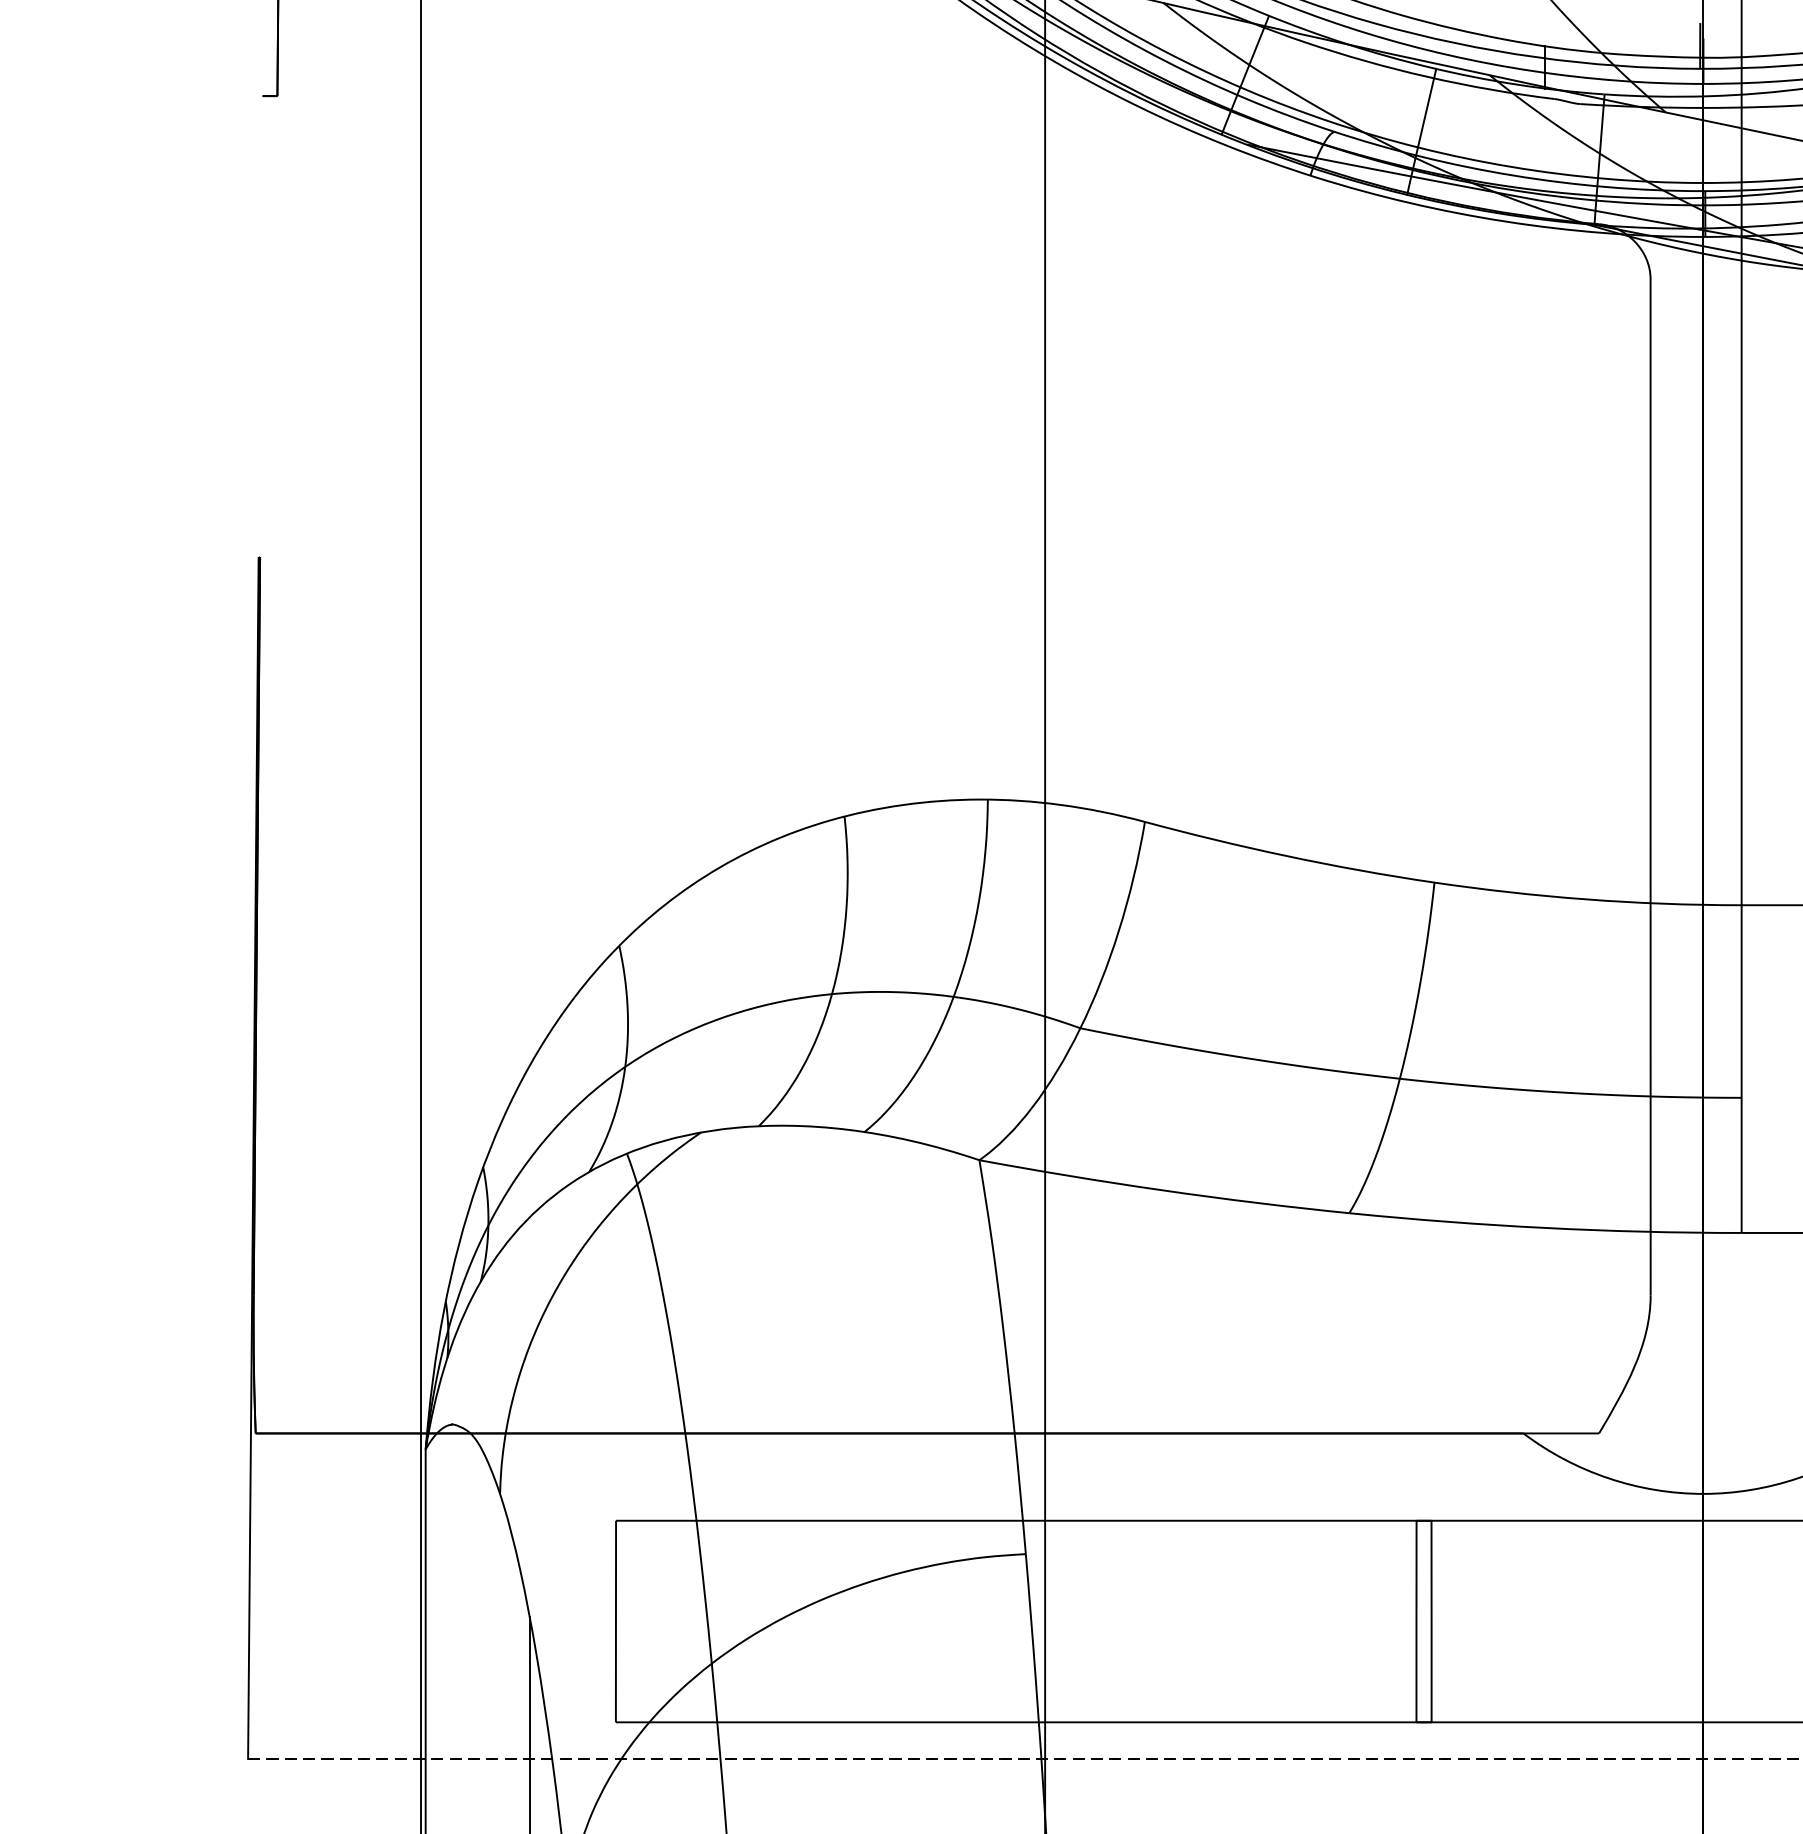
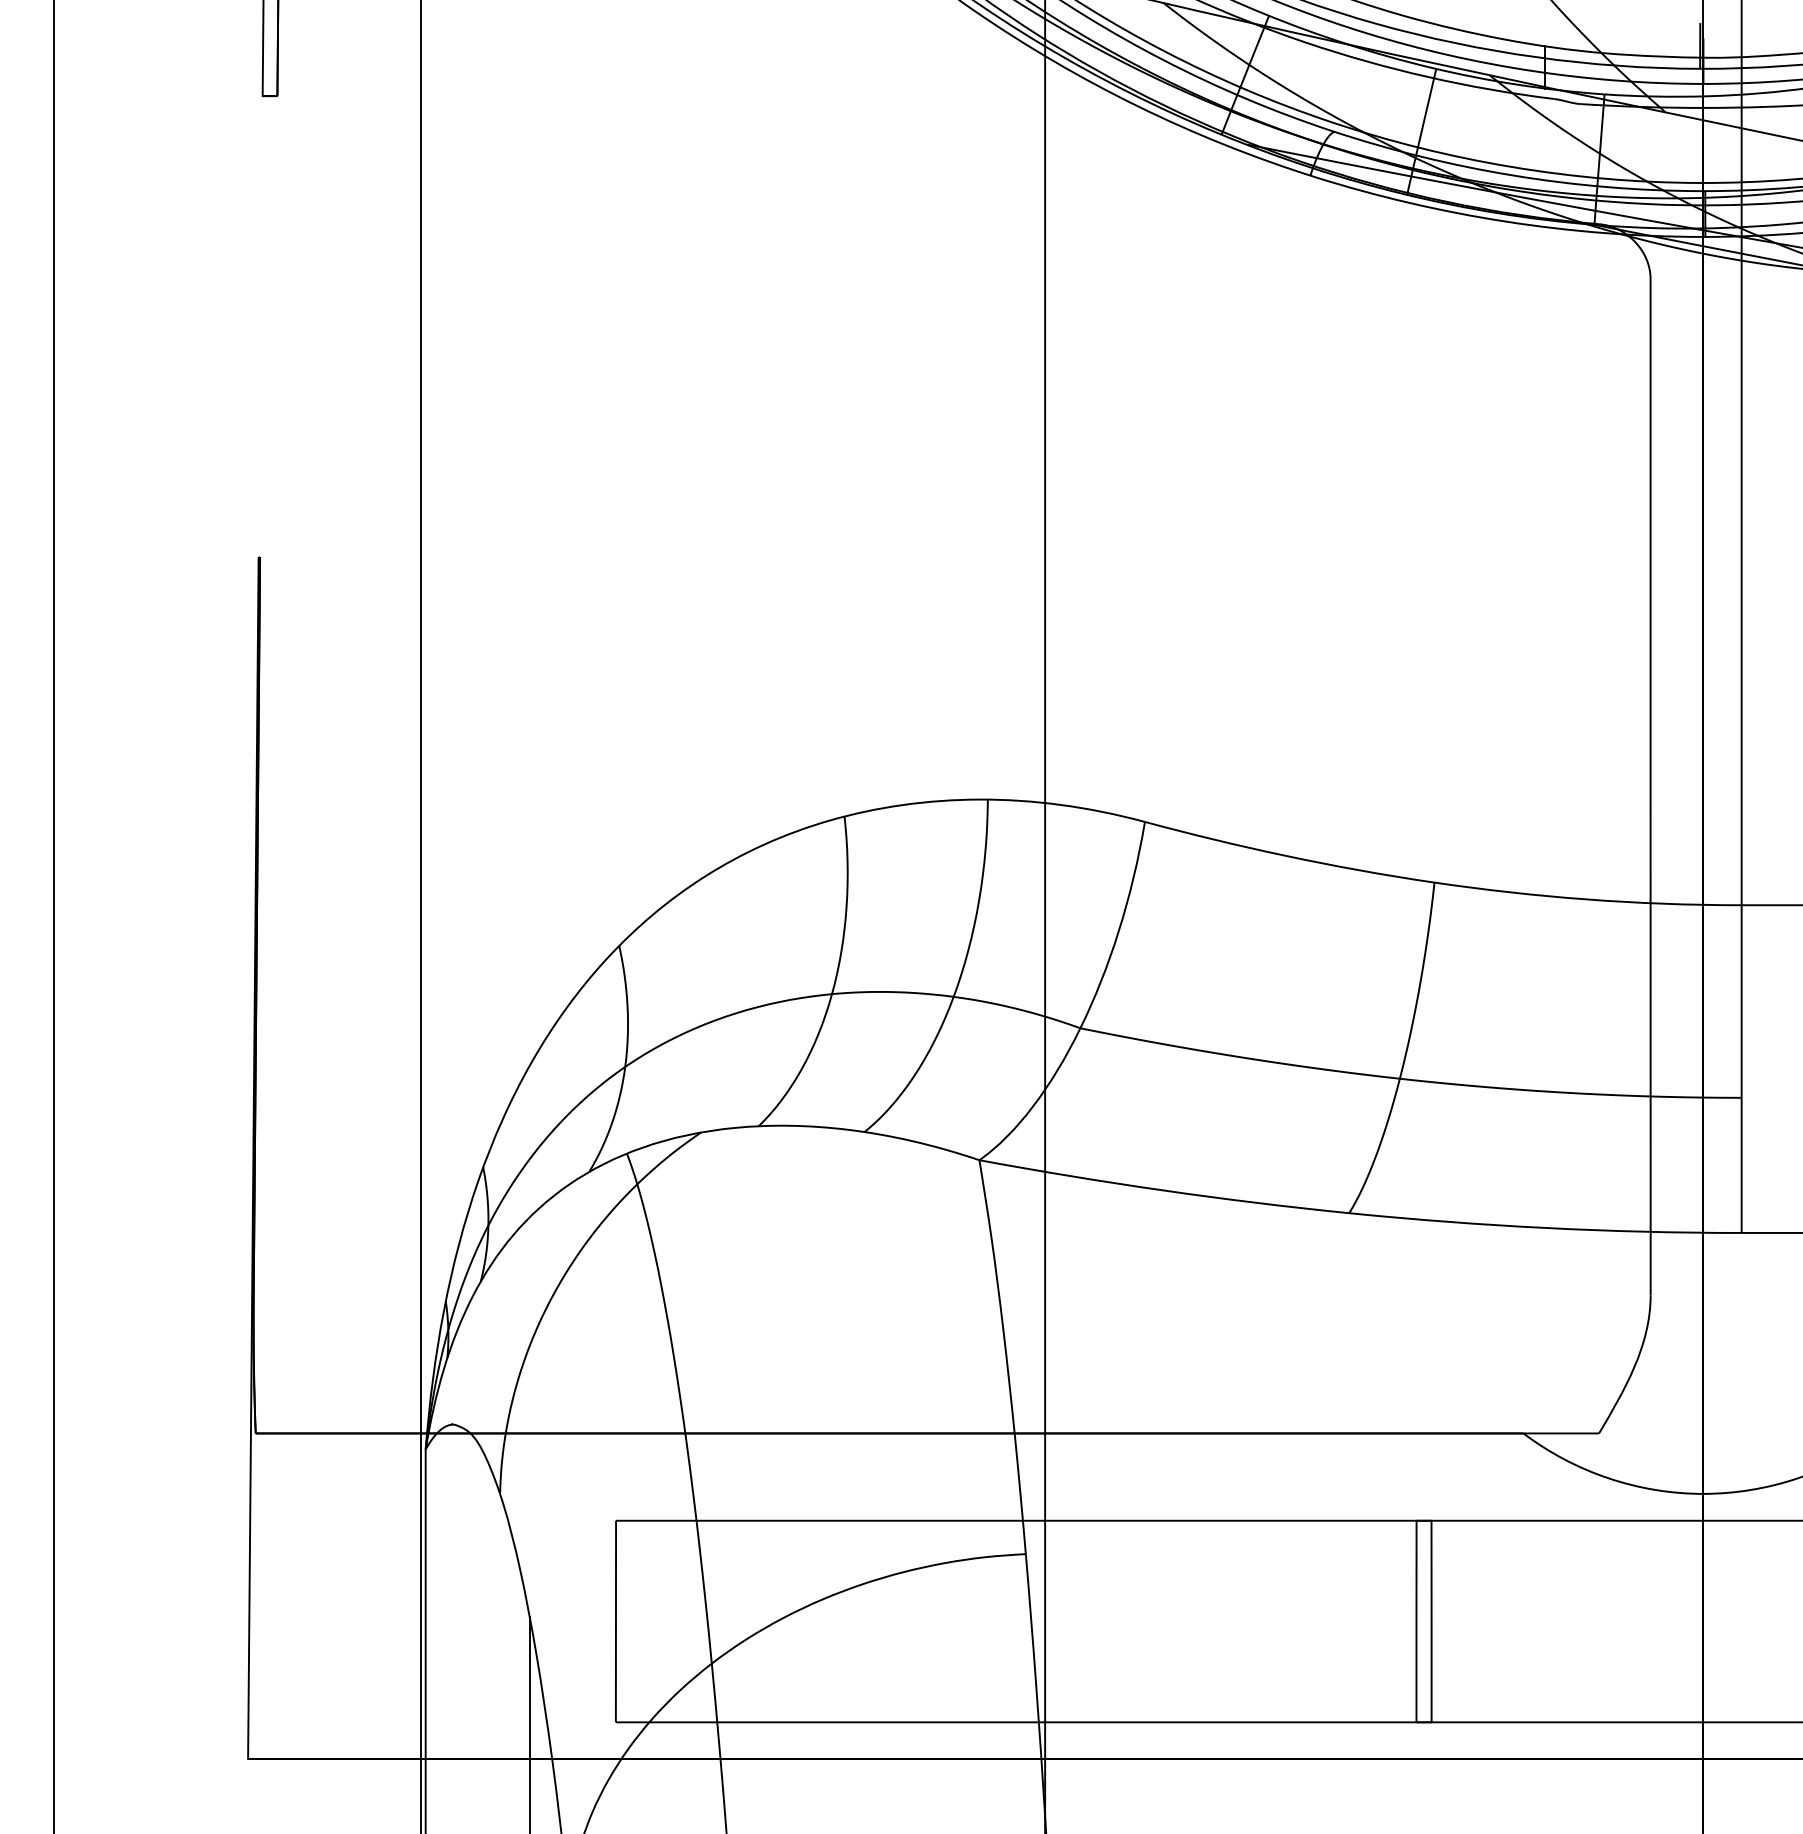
line at (262, 49): none -> present
line at (54, 916): none -> present
circle at (1025, 1758): dashed -> solid
